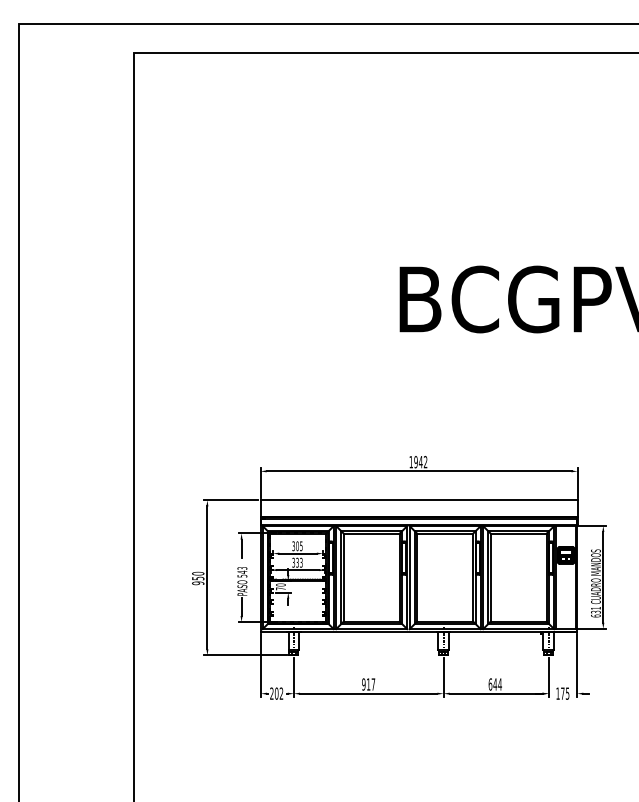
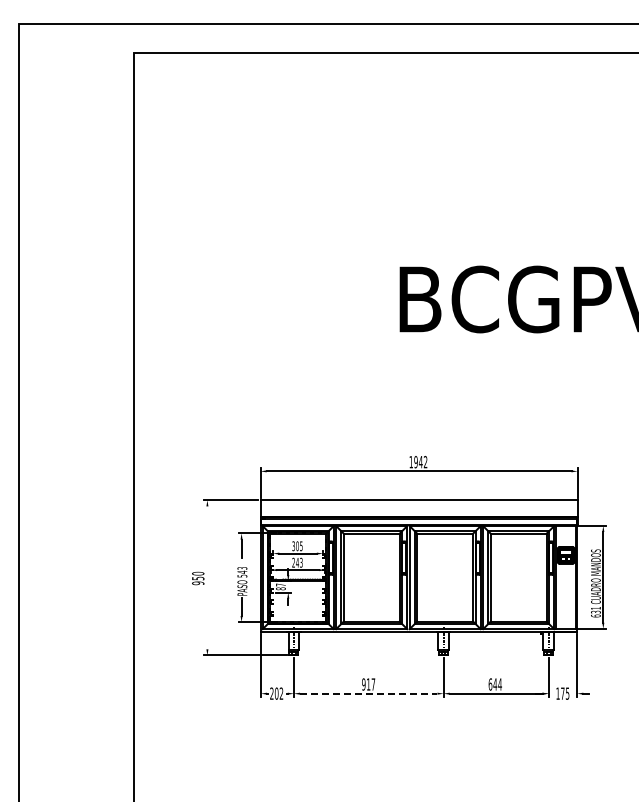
text at (295, 562): 333 -> 243
line at (207, 577): present -> none
text at (280, 586): 70 -> 87
line at (368, 693): solid -> dashed
